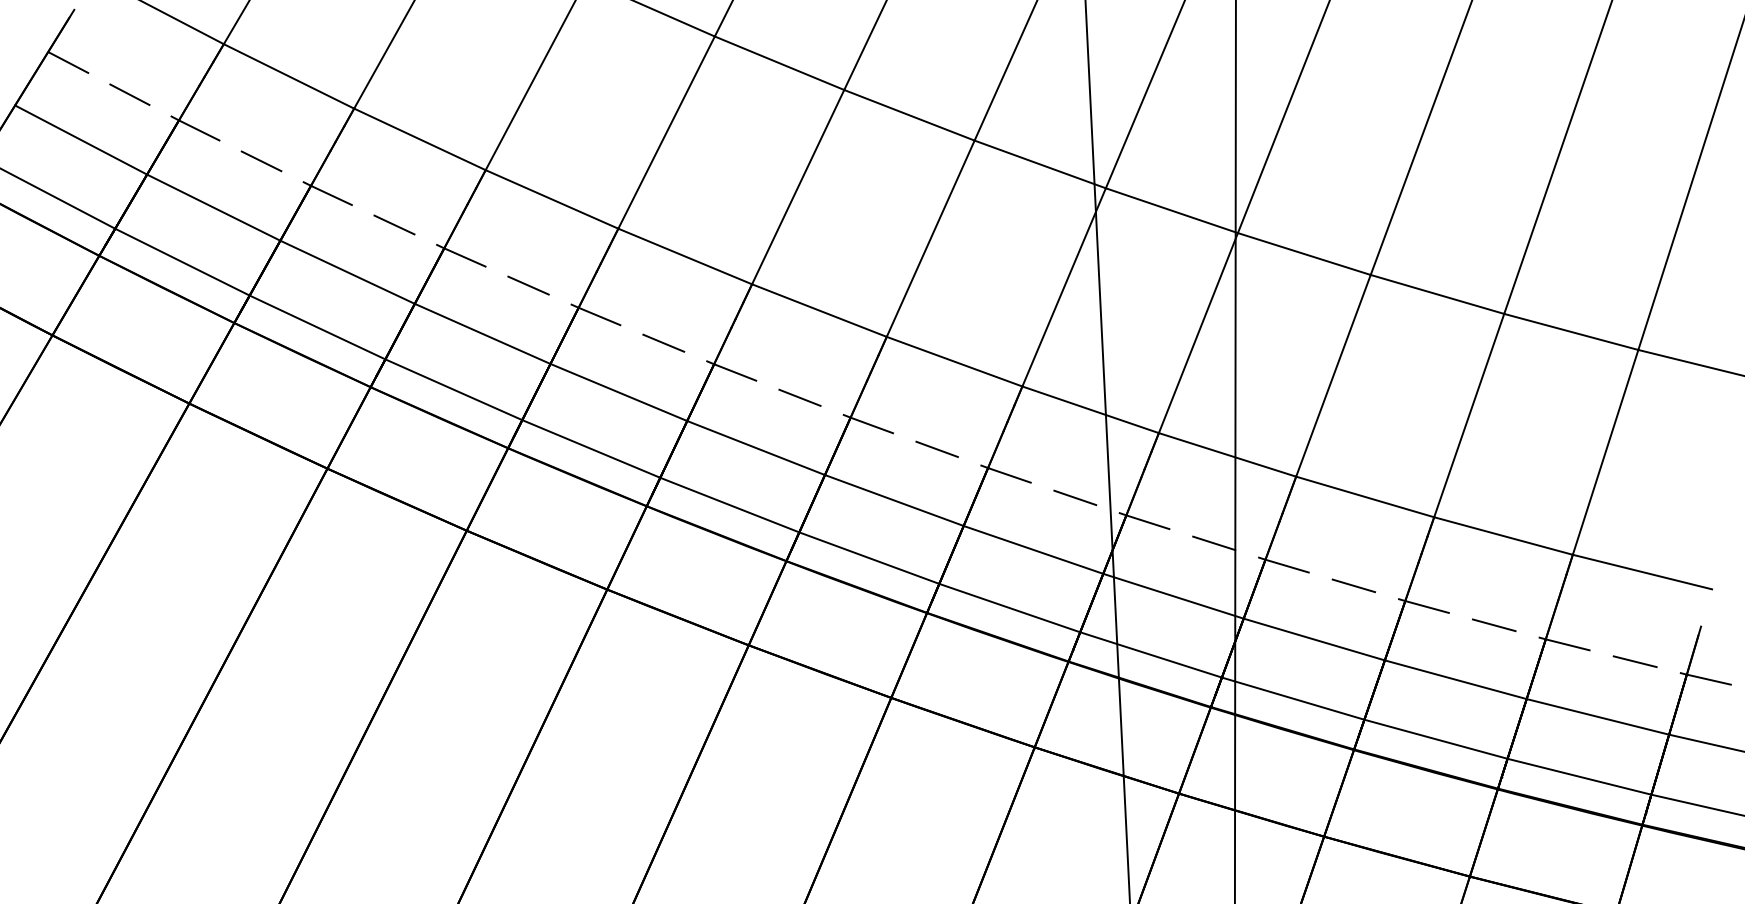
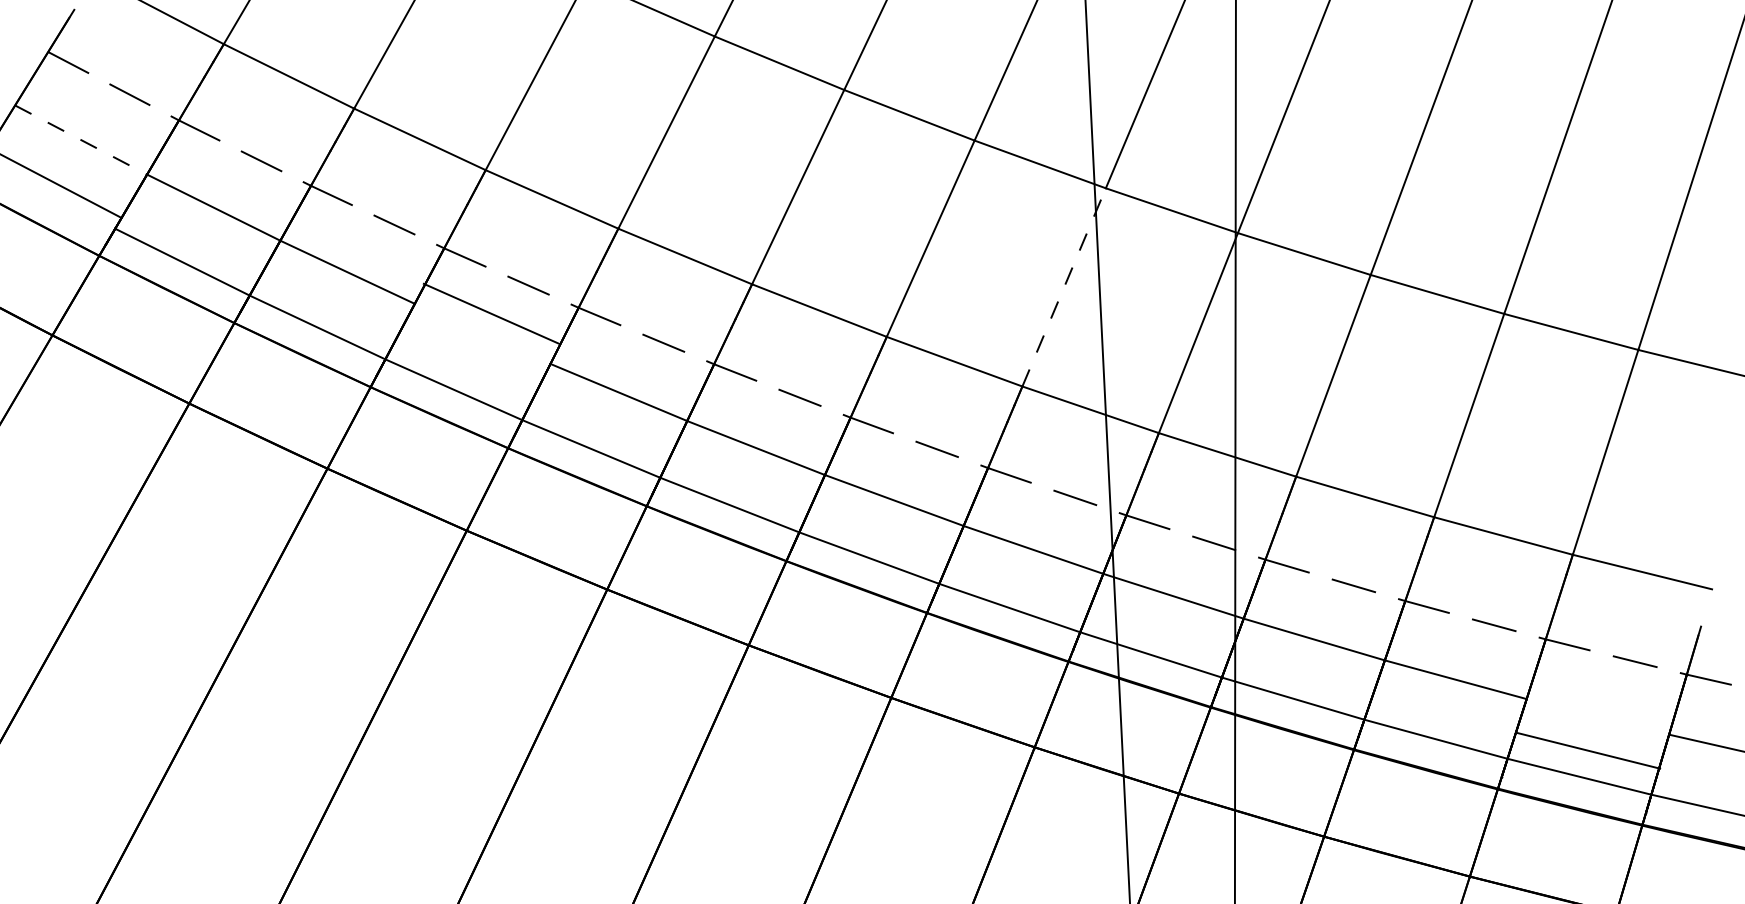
line at (81, 140): solid -> dashed
line at (58, 198) position: (58, 198) -> (61, 186)
line at (1064, 287): solid -> dashed
line at (482, 333) position: (482, 333) -> (491, 313)
line at (1597, 716) position: (1597, 716) -> (1588, 750)
